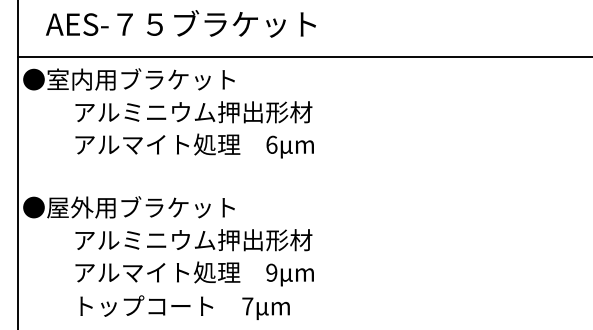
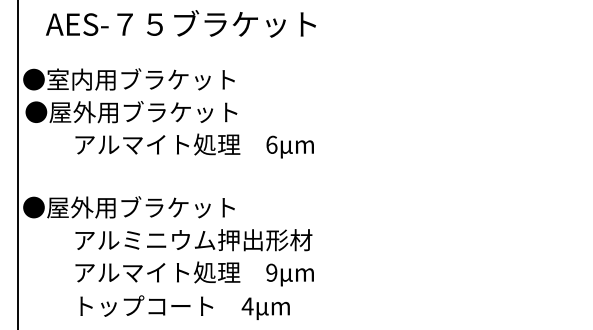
line at (303, 56): present -> none
text at (168, 112): アルミニウム押出形材 -> ●屋外用ブラケット
text at (247, 306): 7 -> 4
